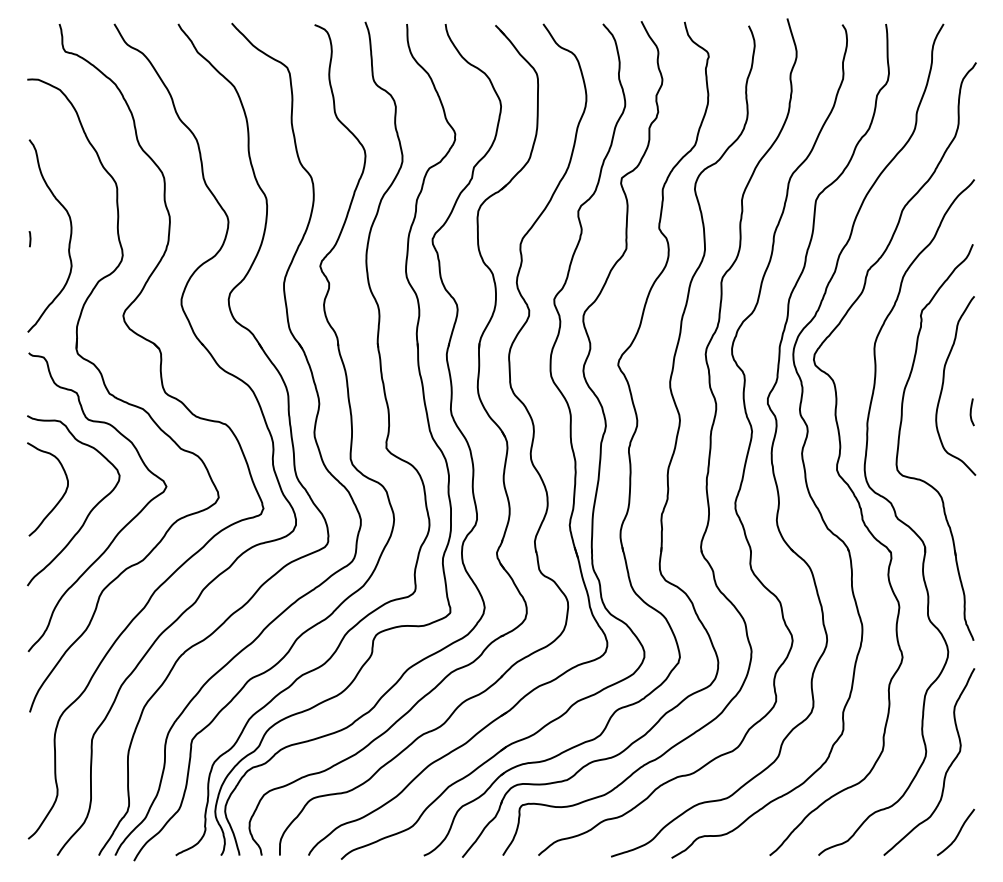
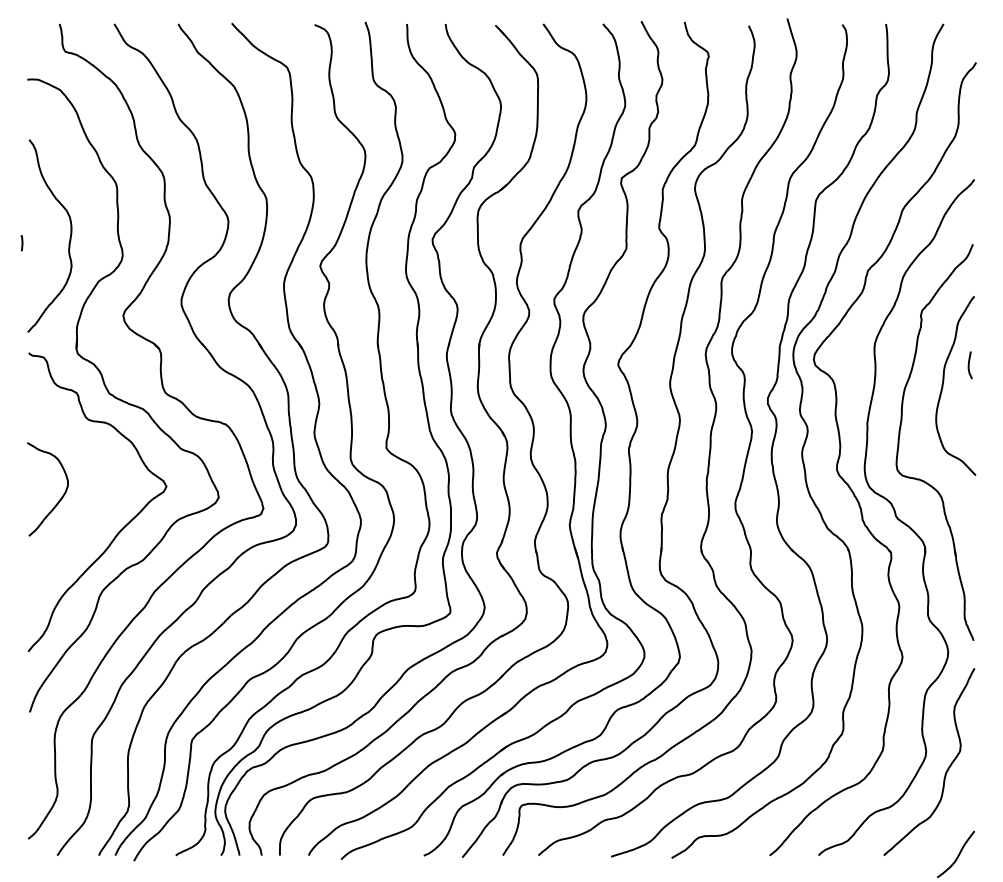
line at (29, 239) position: (29, 239) -> (21, 243)
curve at (971, 412) position: (971, 412) -> (969, 365)
curve at (89, 511): present -> none
curve at (957, 833) position: (957, 833) -> (957, 855)
